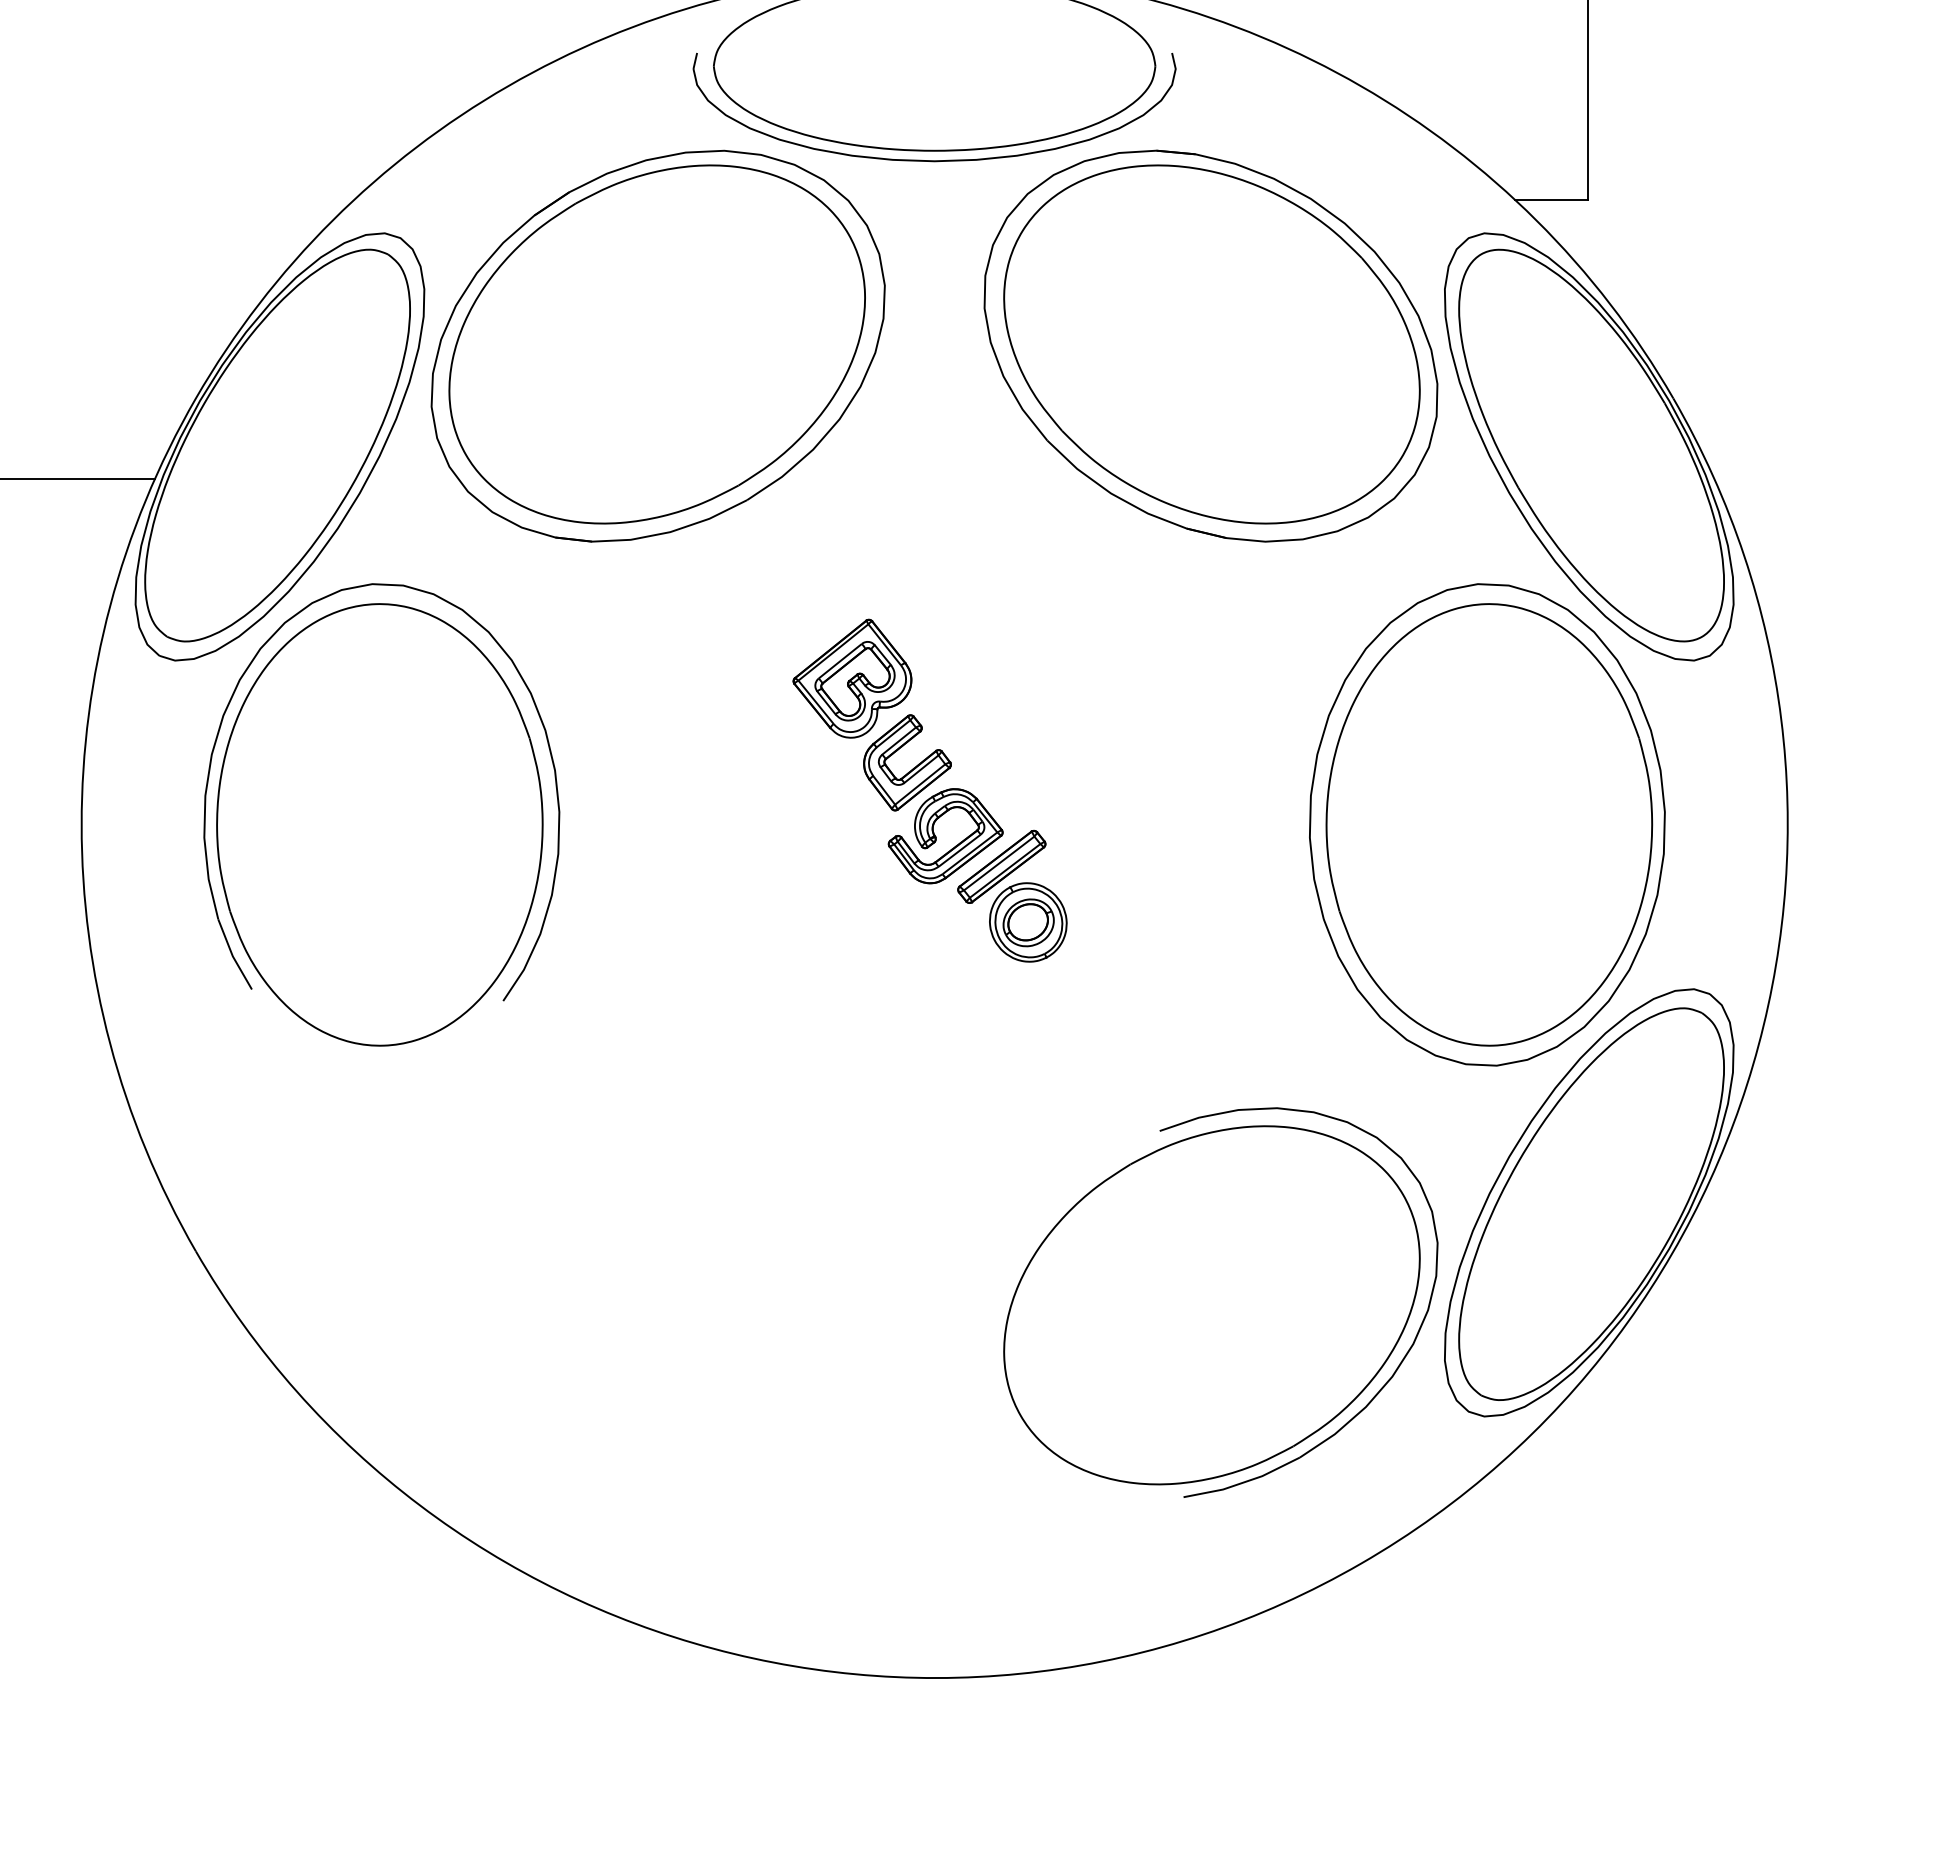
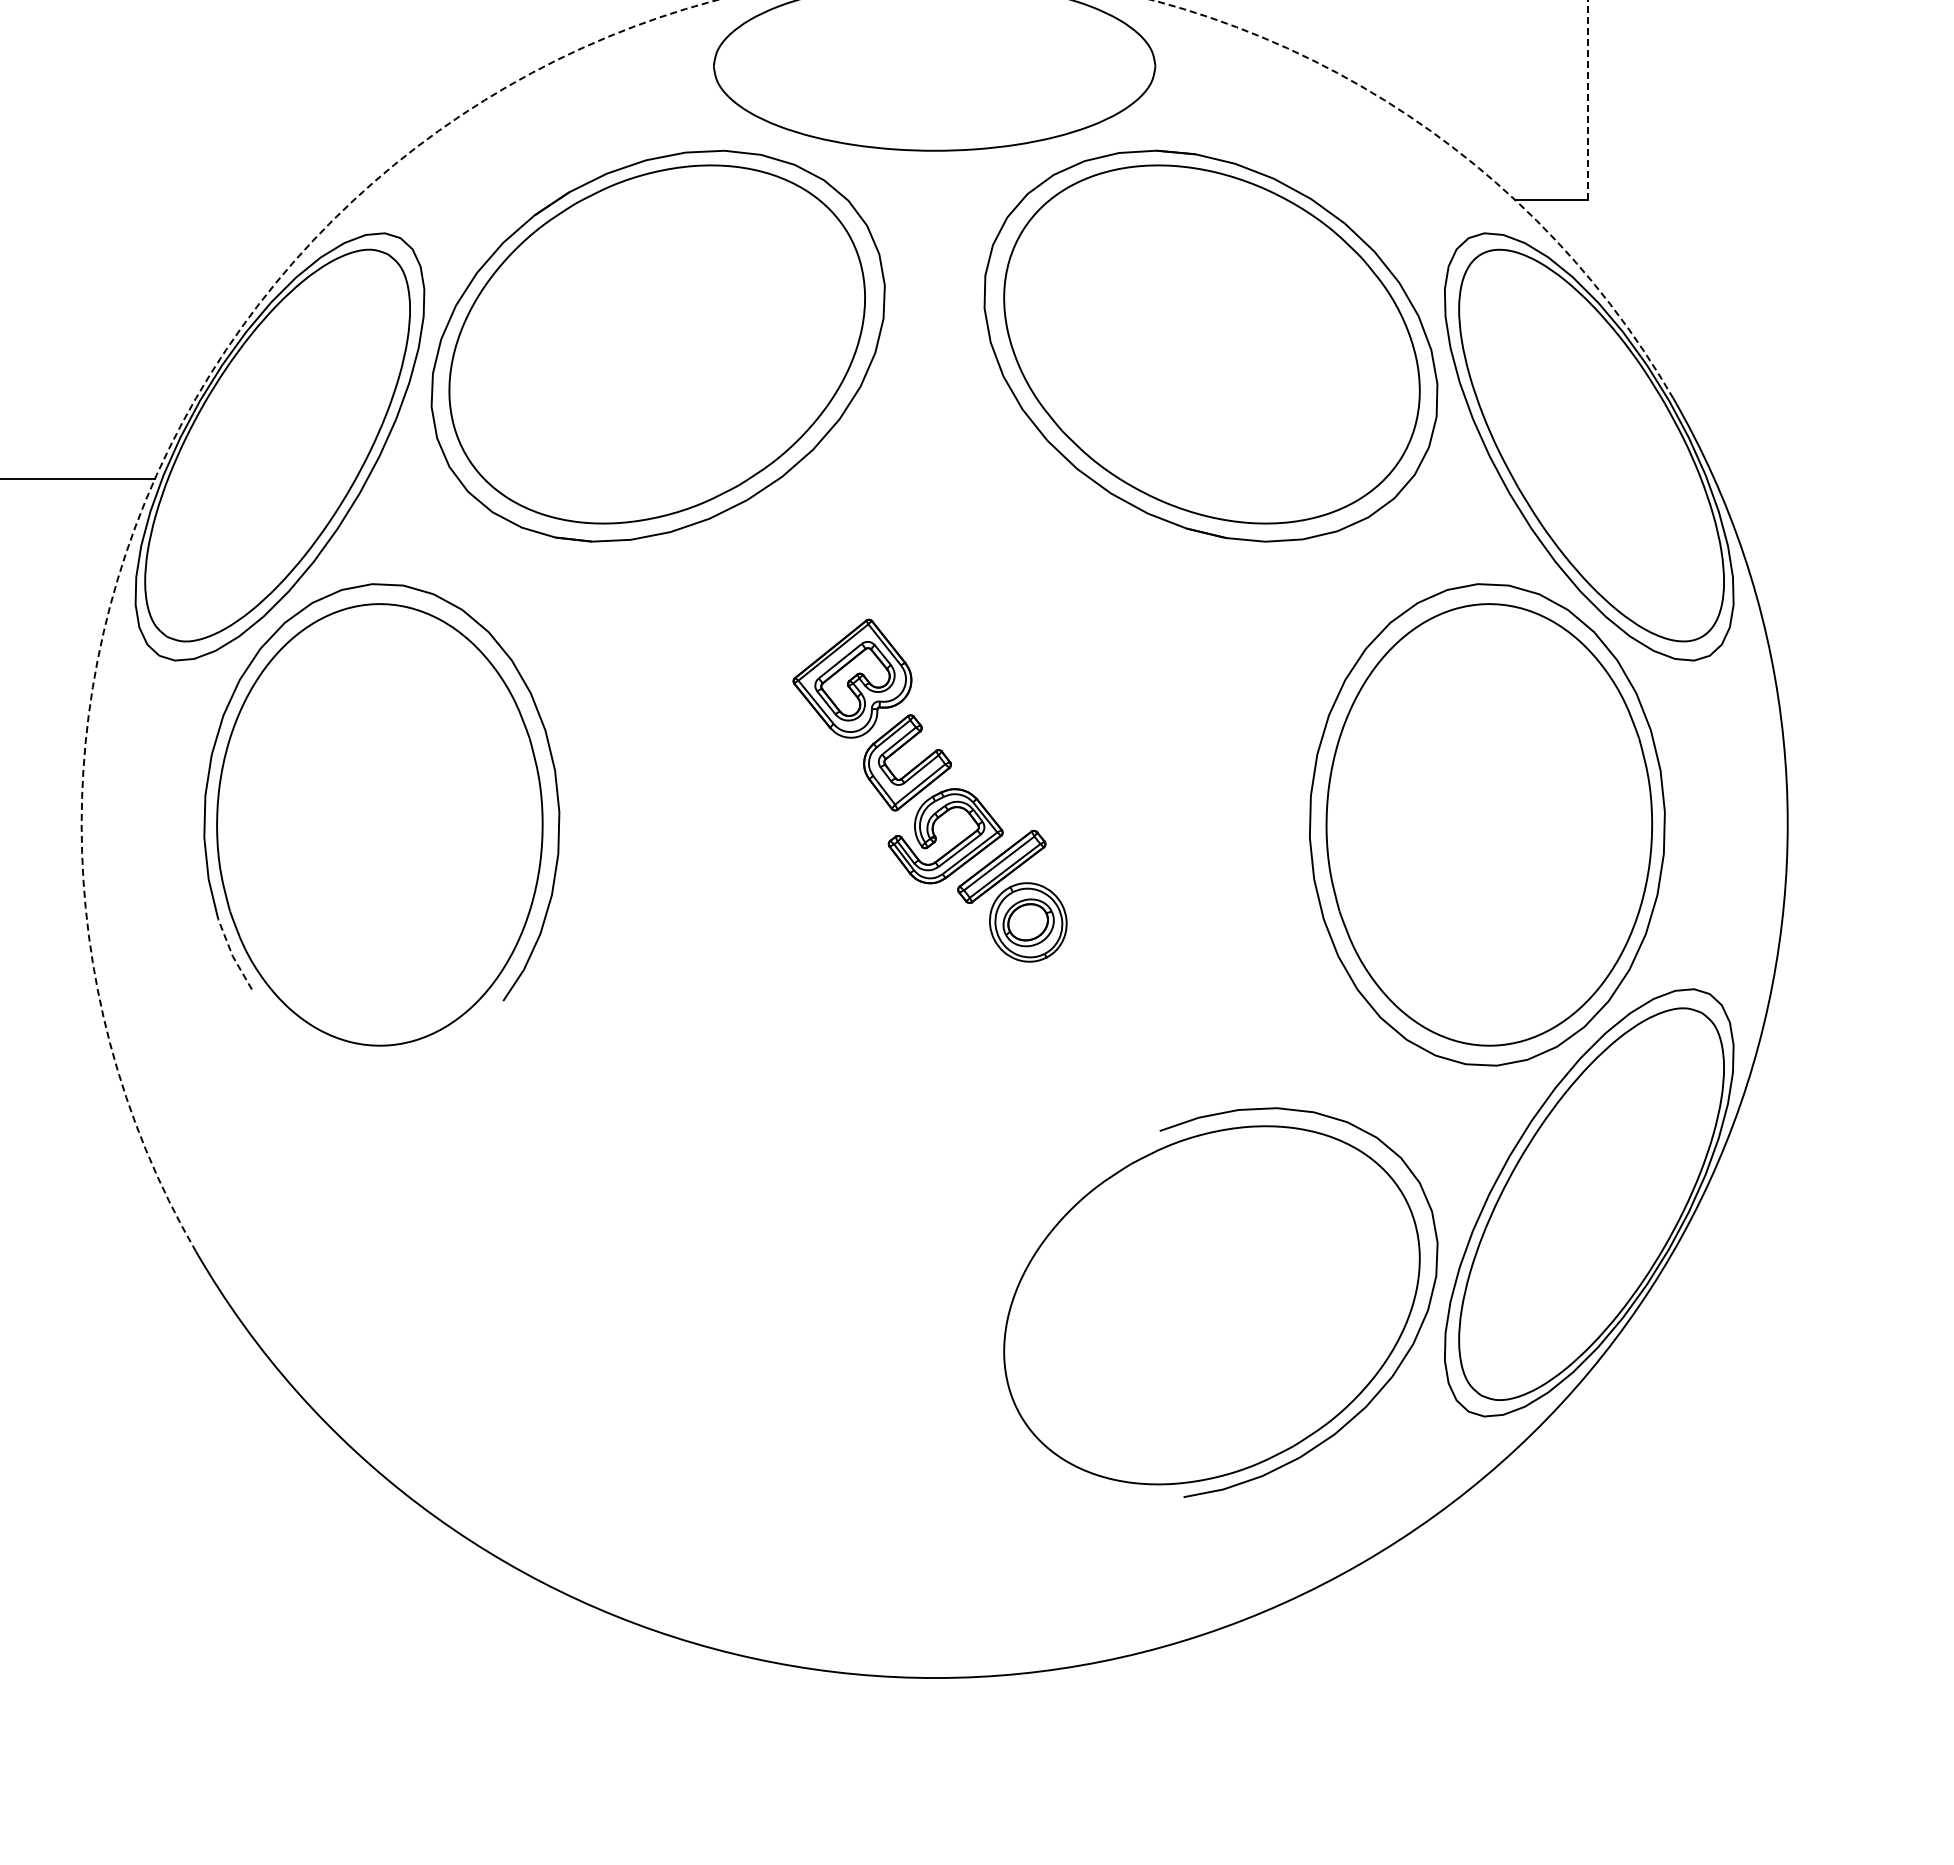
line at (1588, 100): solid -> dashed
part at (934, 160): present -> none
arc at (333, 219): solid -> dashed
line at (232, 956): solid -> dashed
